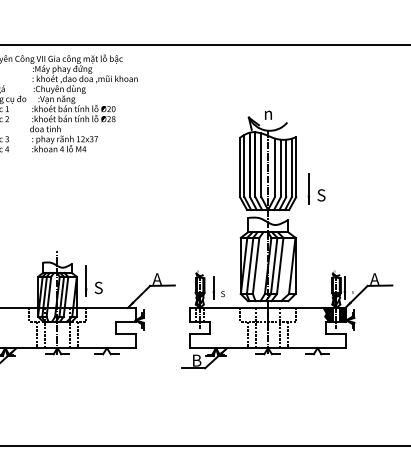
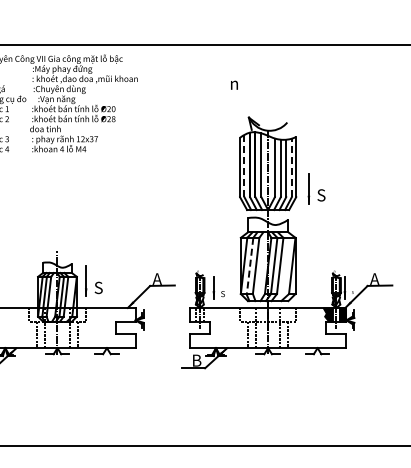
text at (268, 114) position: (268, 114) -> (234, 84)
line at (244, 165): solid -> dashed
line at (291, 167): solid -> dashed
line at (250, 266): solid -> dashed
